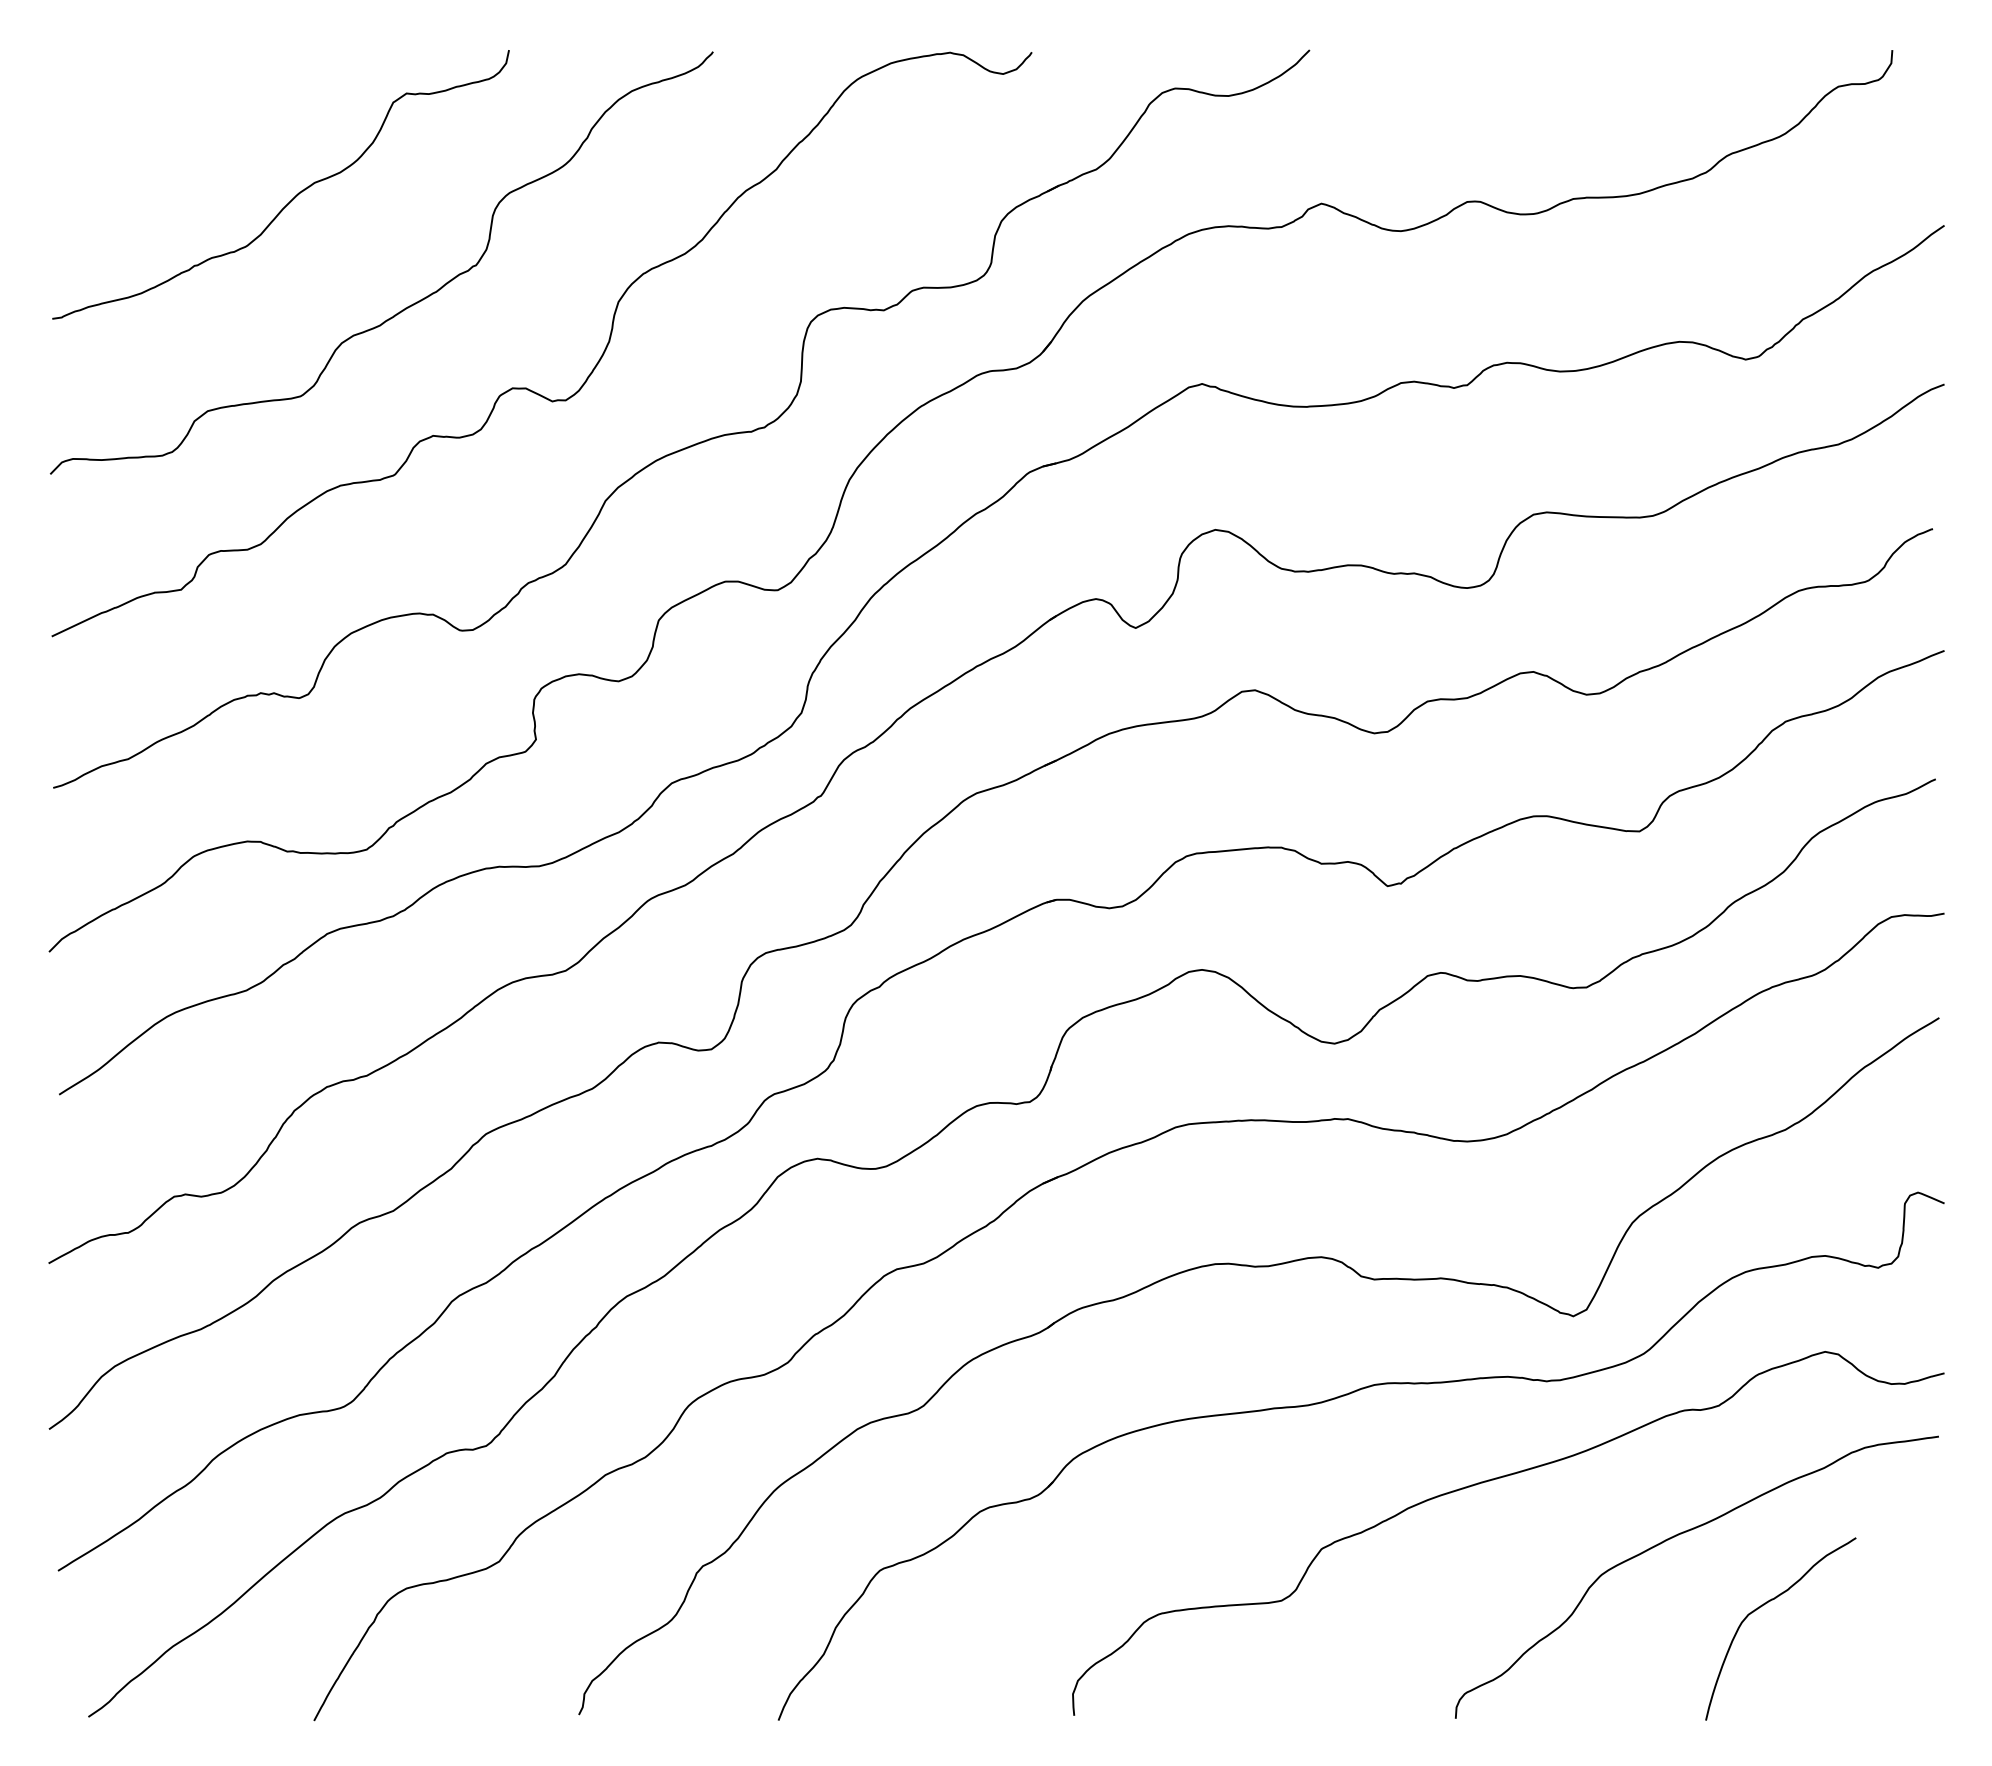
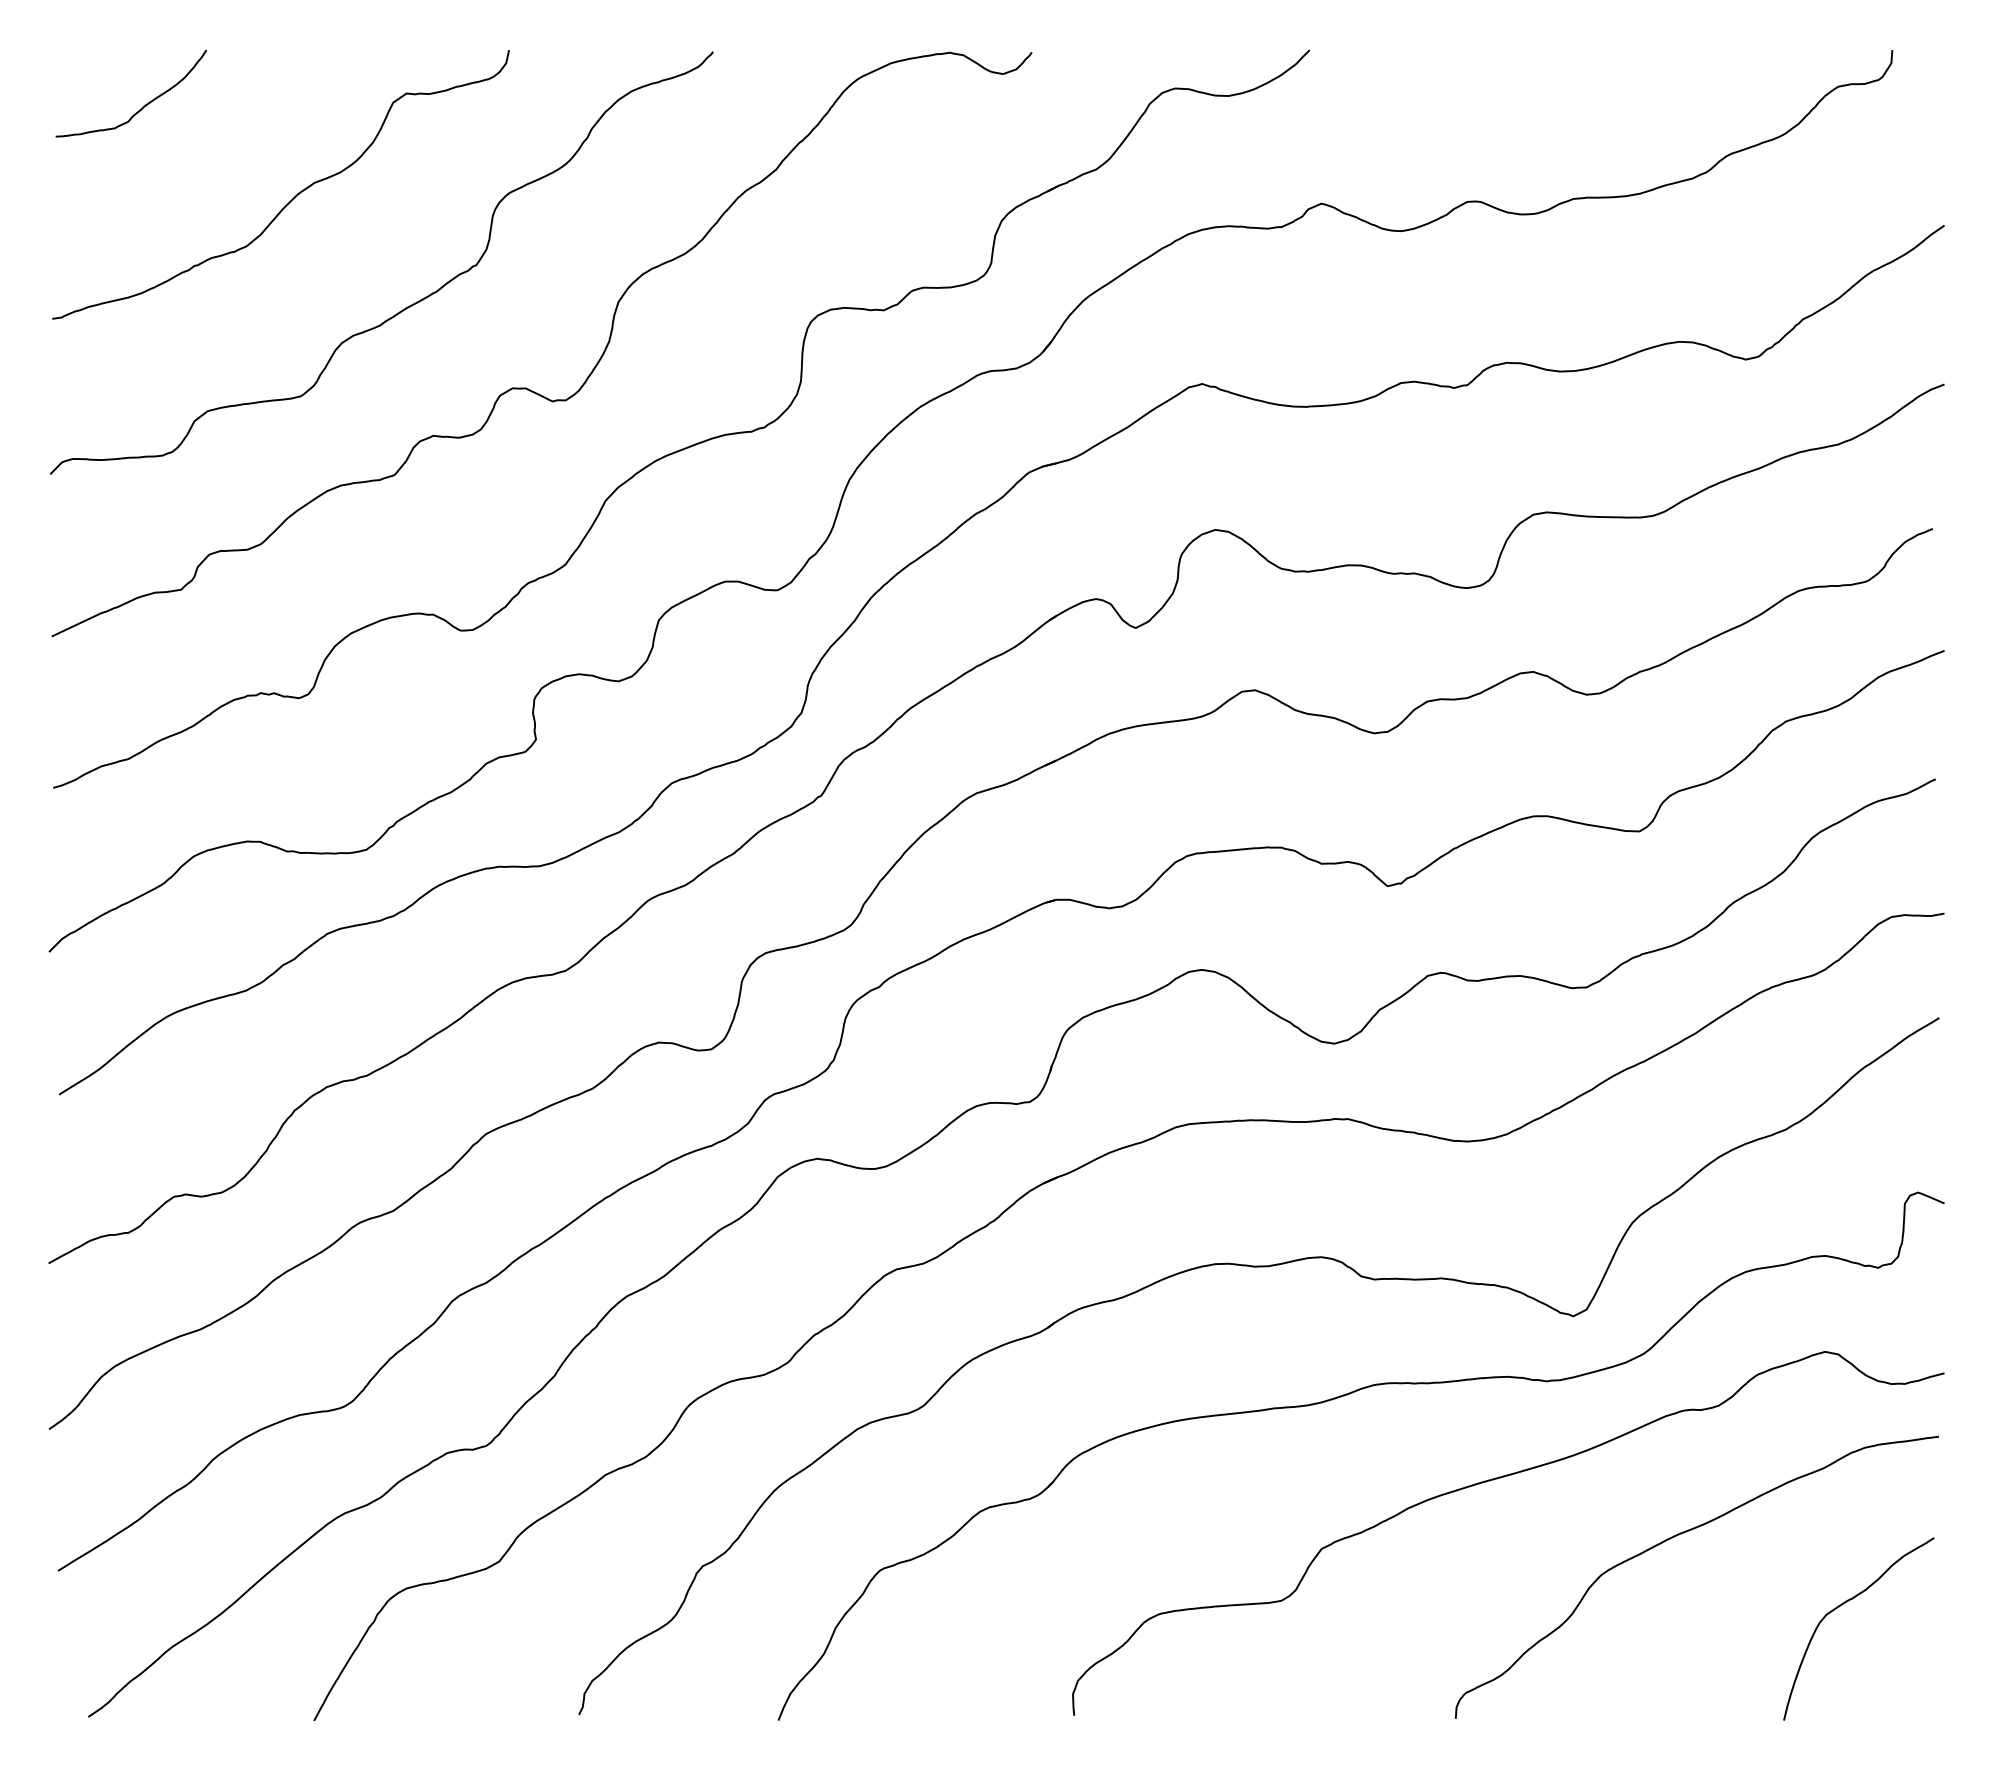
curve at (141, 107): none -> present
curve at (1764, 1605) position: (1764, 1605) -> (1842, 1605)
